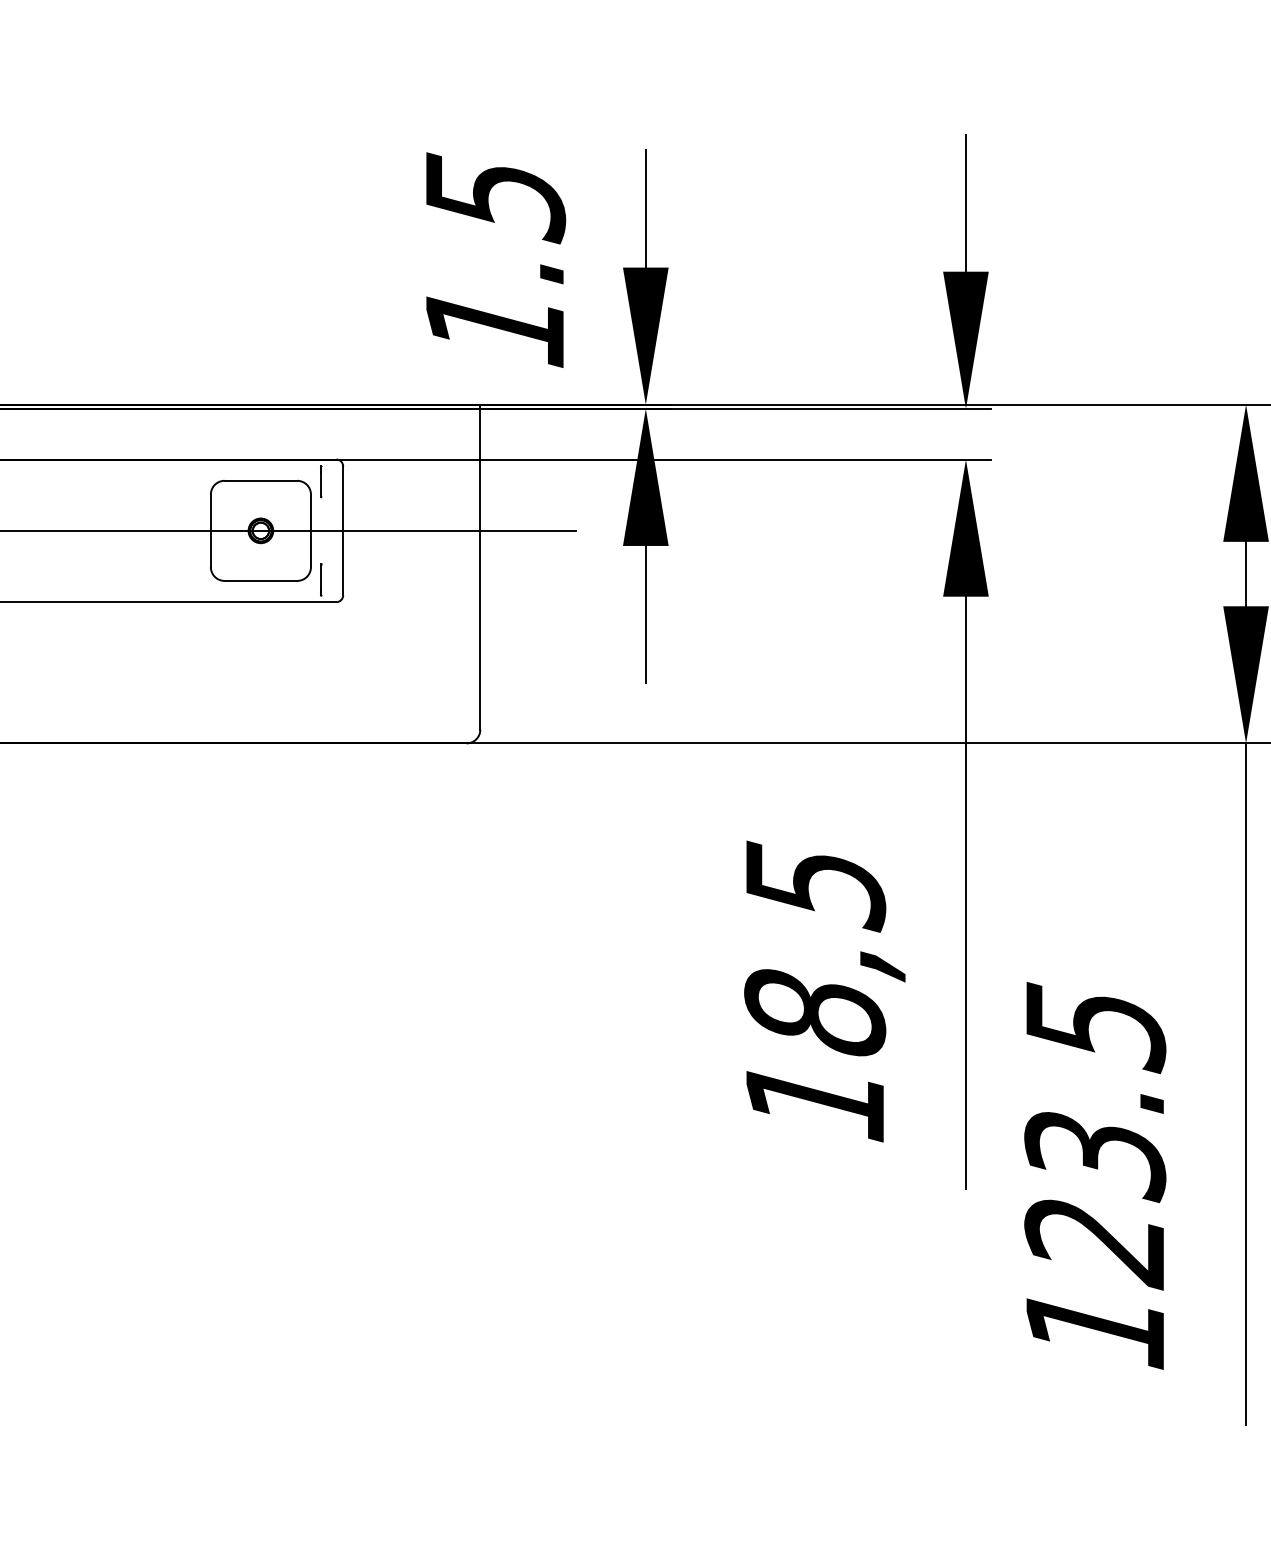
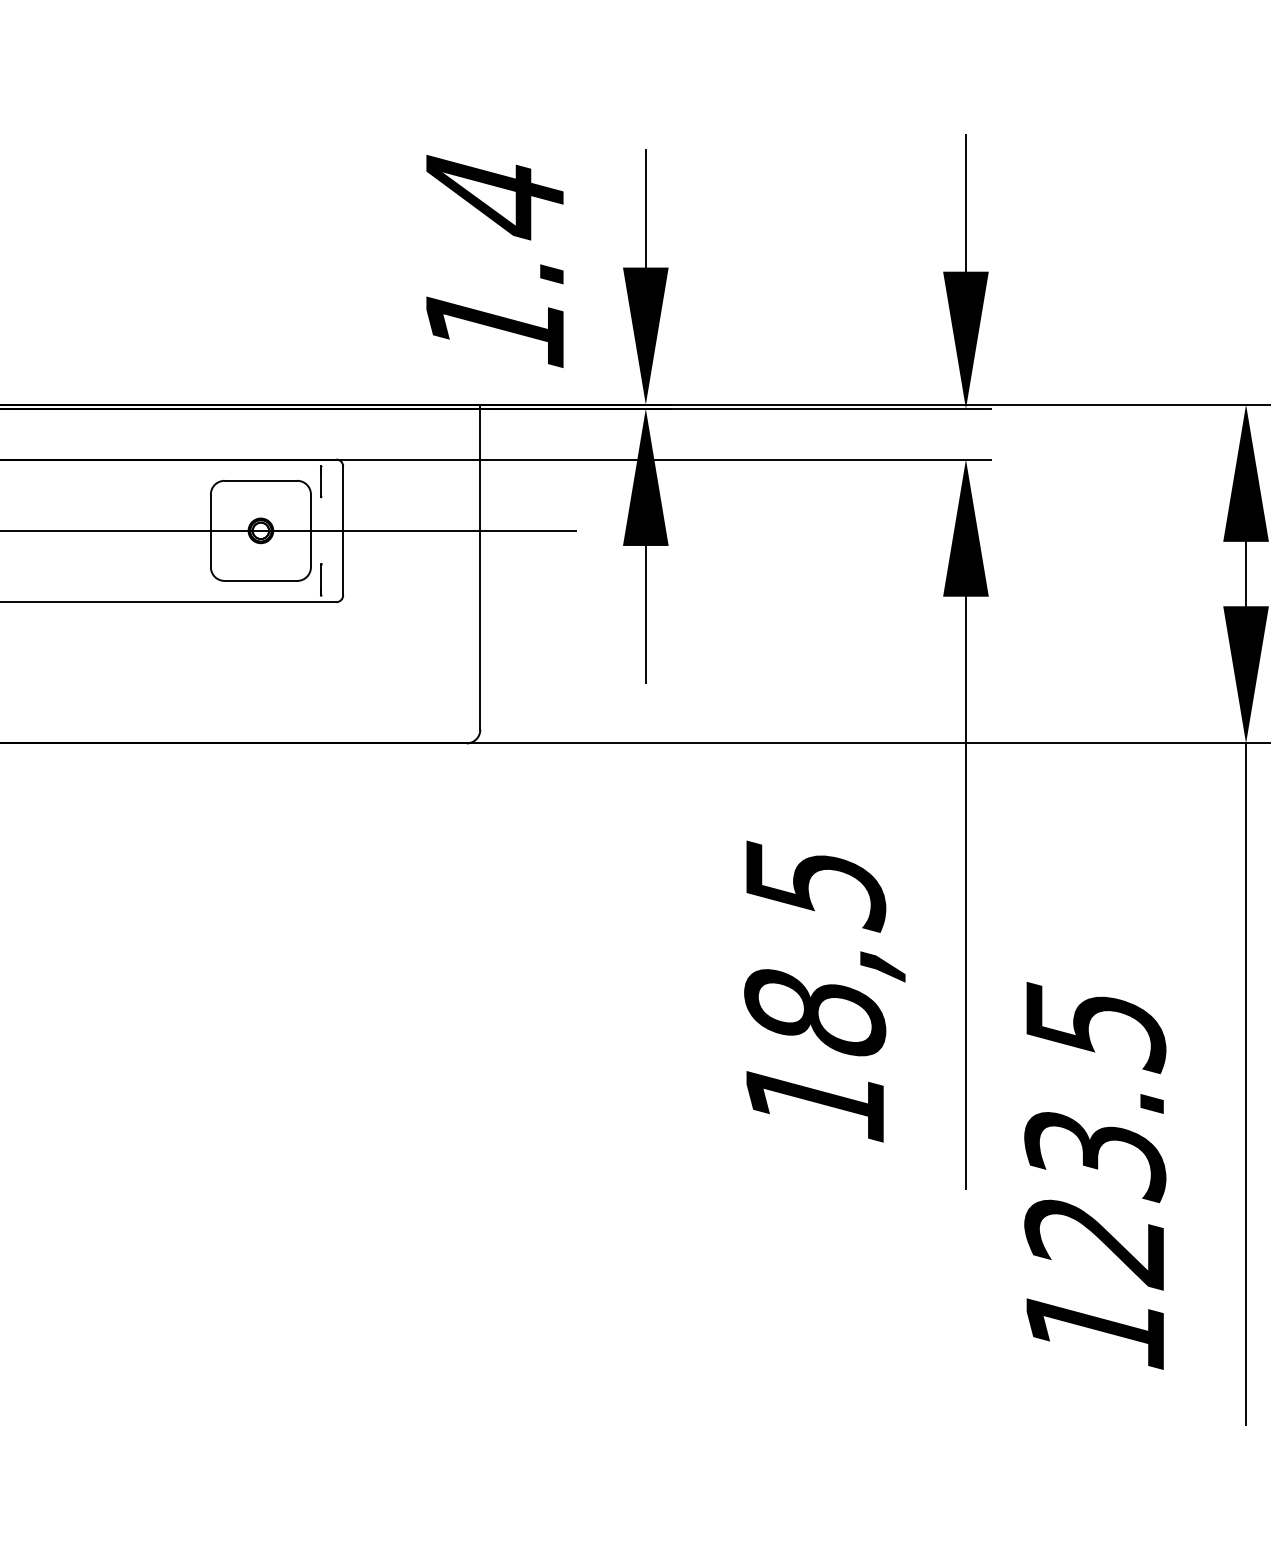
text at (496, 198): 1.5 -> 1.4
